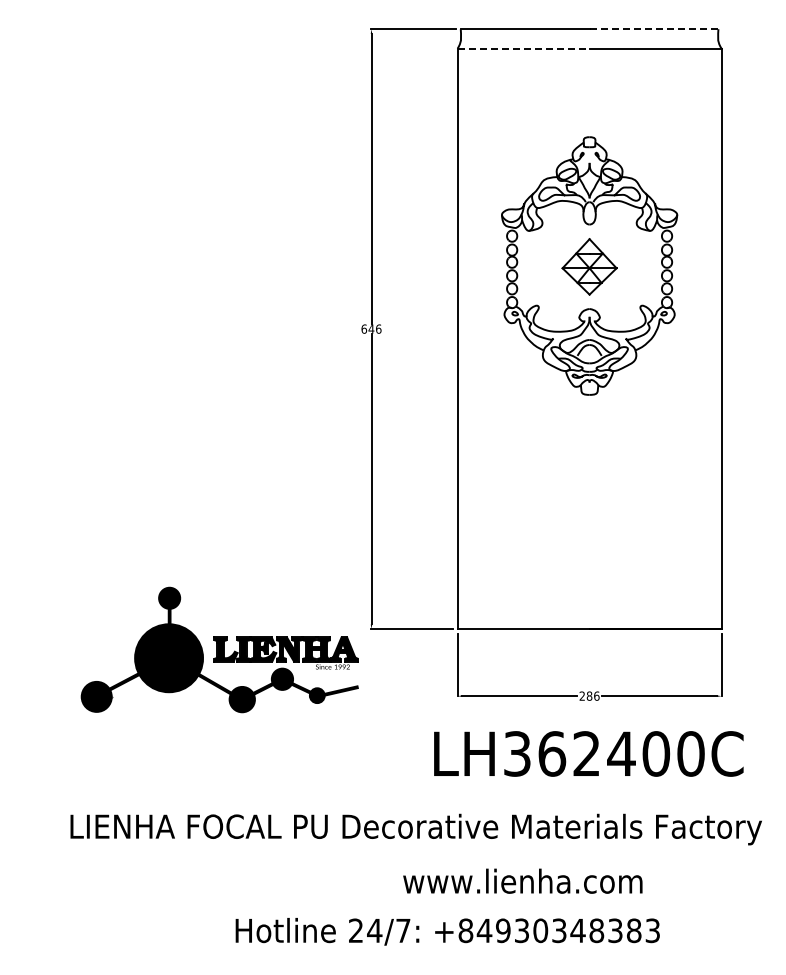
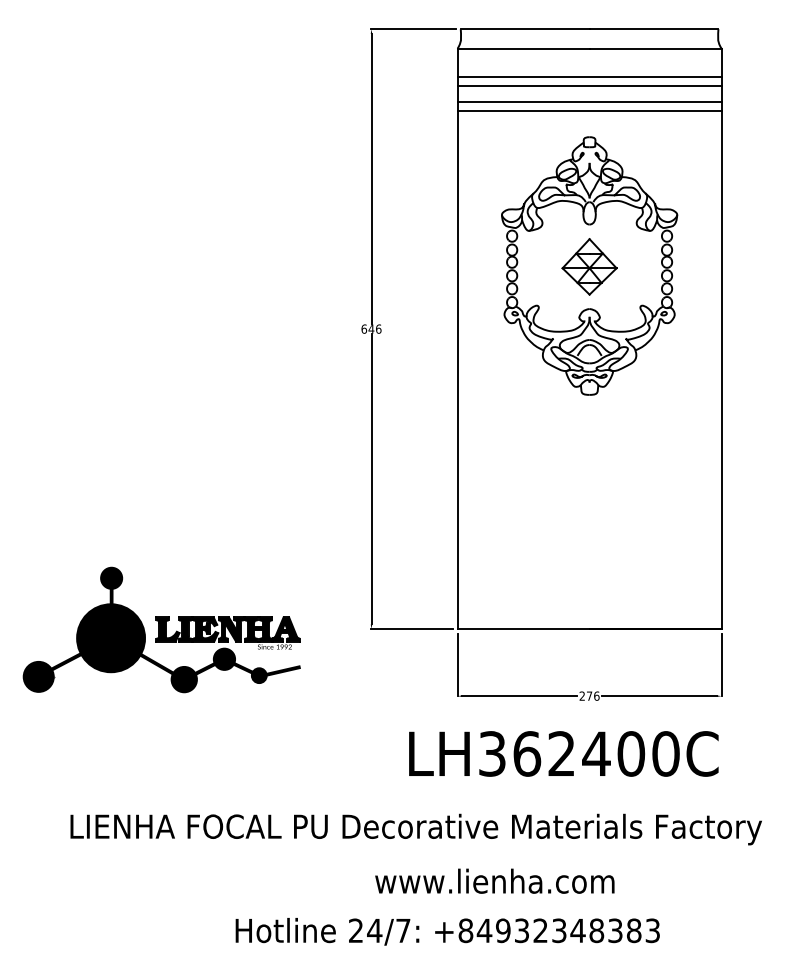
line at (654, 29): dashed -> solid
line at (523, 48): dashed -> solid
line at (589, 77): none -> present
line at (589, 86): none -> present
line at (589, 101): none -> present
line at (589, 110): none -> present
part at (219, 649) position: (219, 649) -> (161, 629)
text at (589, 695): 286 -> 276
text at (588, 753) position: (588, 753) -> (563, 753)
text at (522, 880) position: (522, 880) -> (494, 880)
text at (540, 930): +84930348383 -> +84932348383
